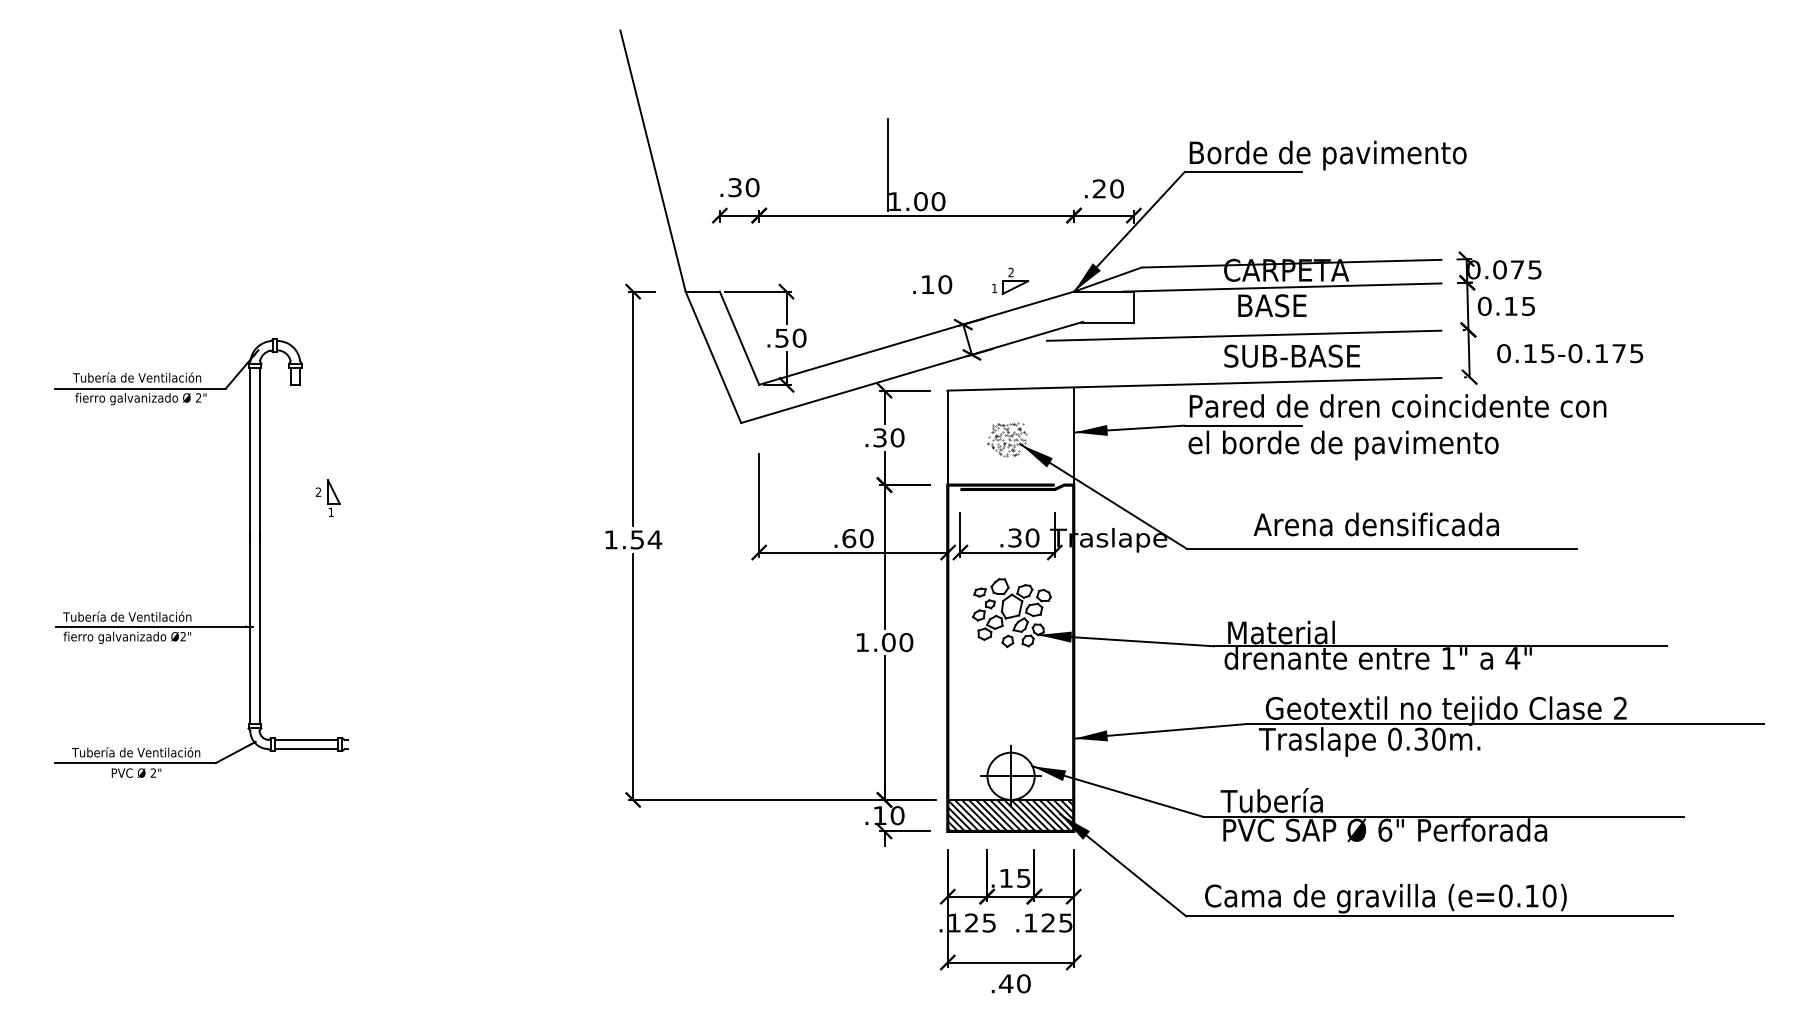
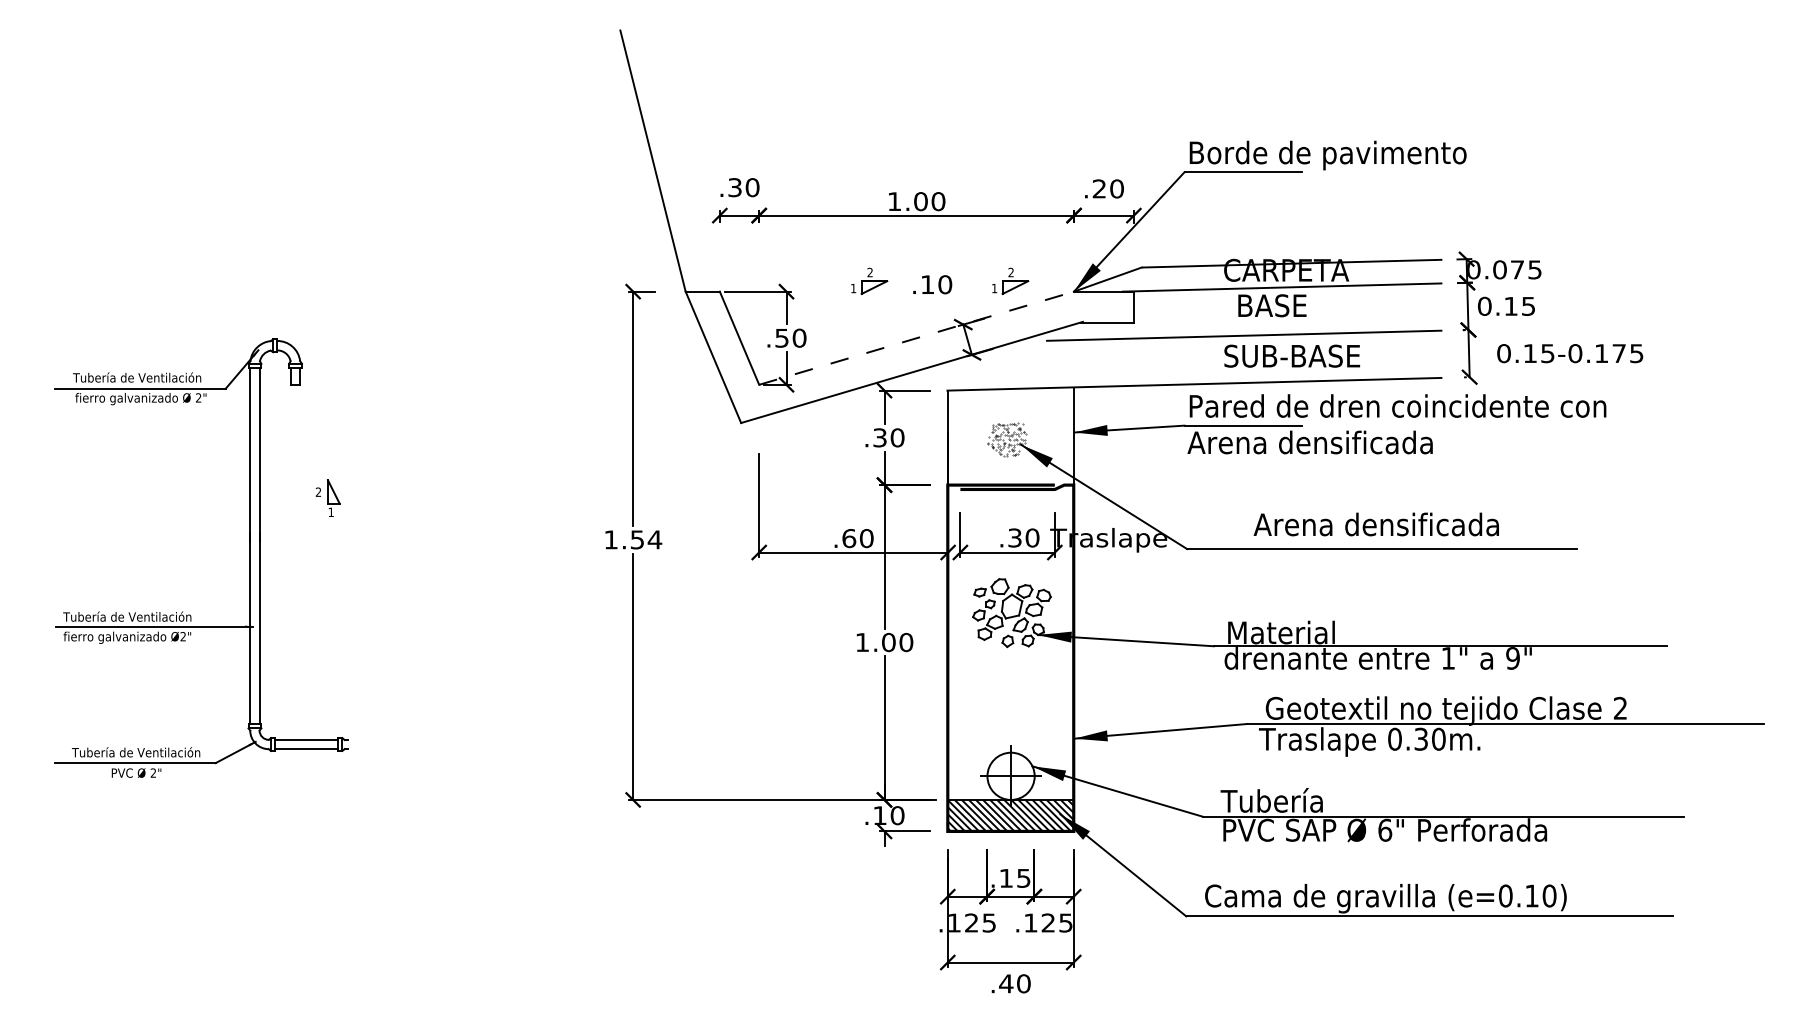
line at (887, 164): present -> none
part at (869, 280): none -> present
line at (917, 338): solid -> dashed
text at (1342, 445): el borde de pavimento -> Arena densificada
text at (1512, 658): 4" -> 9"
